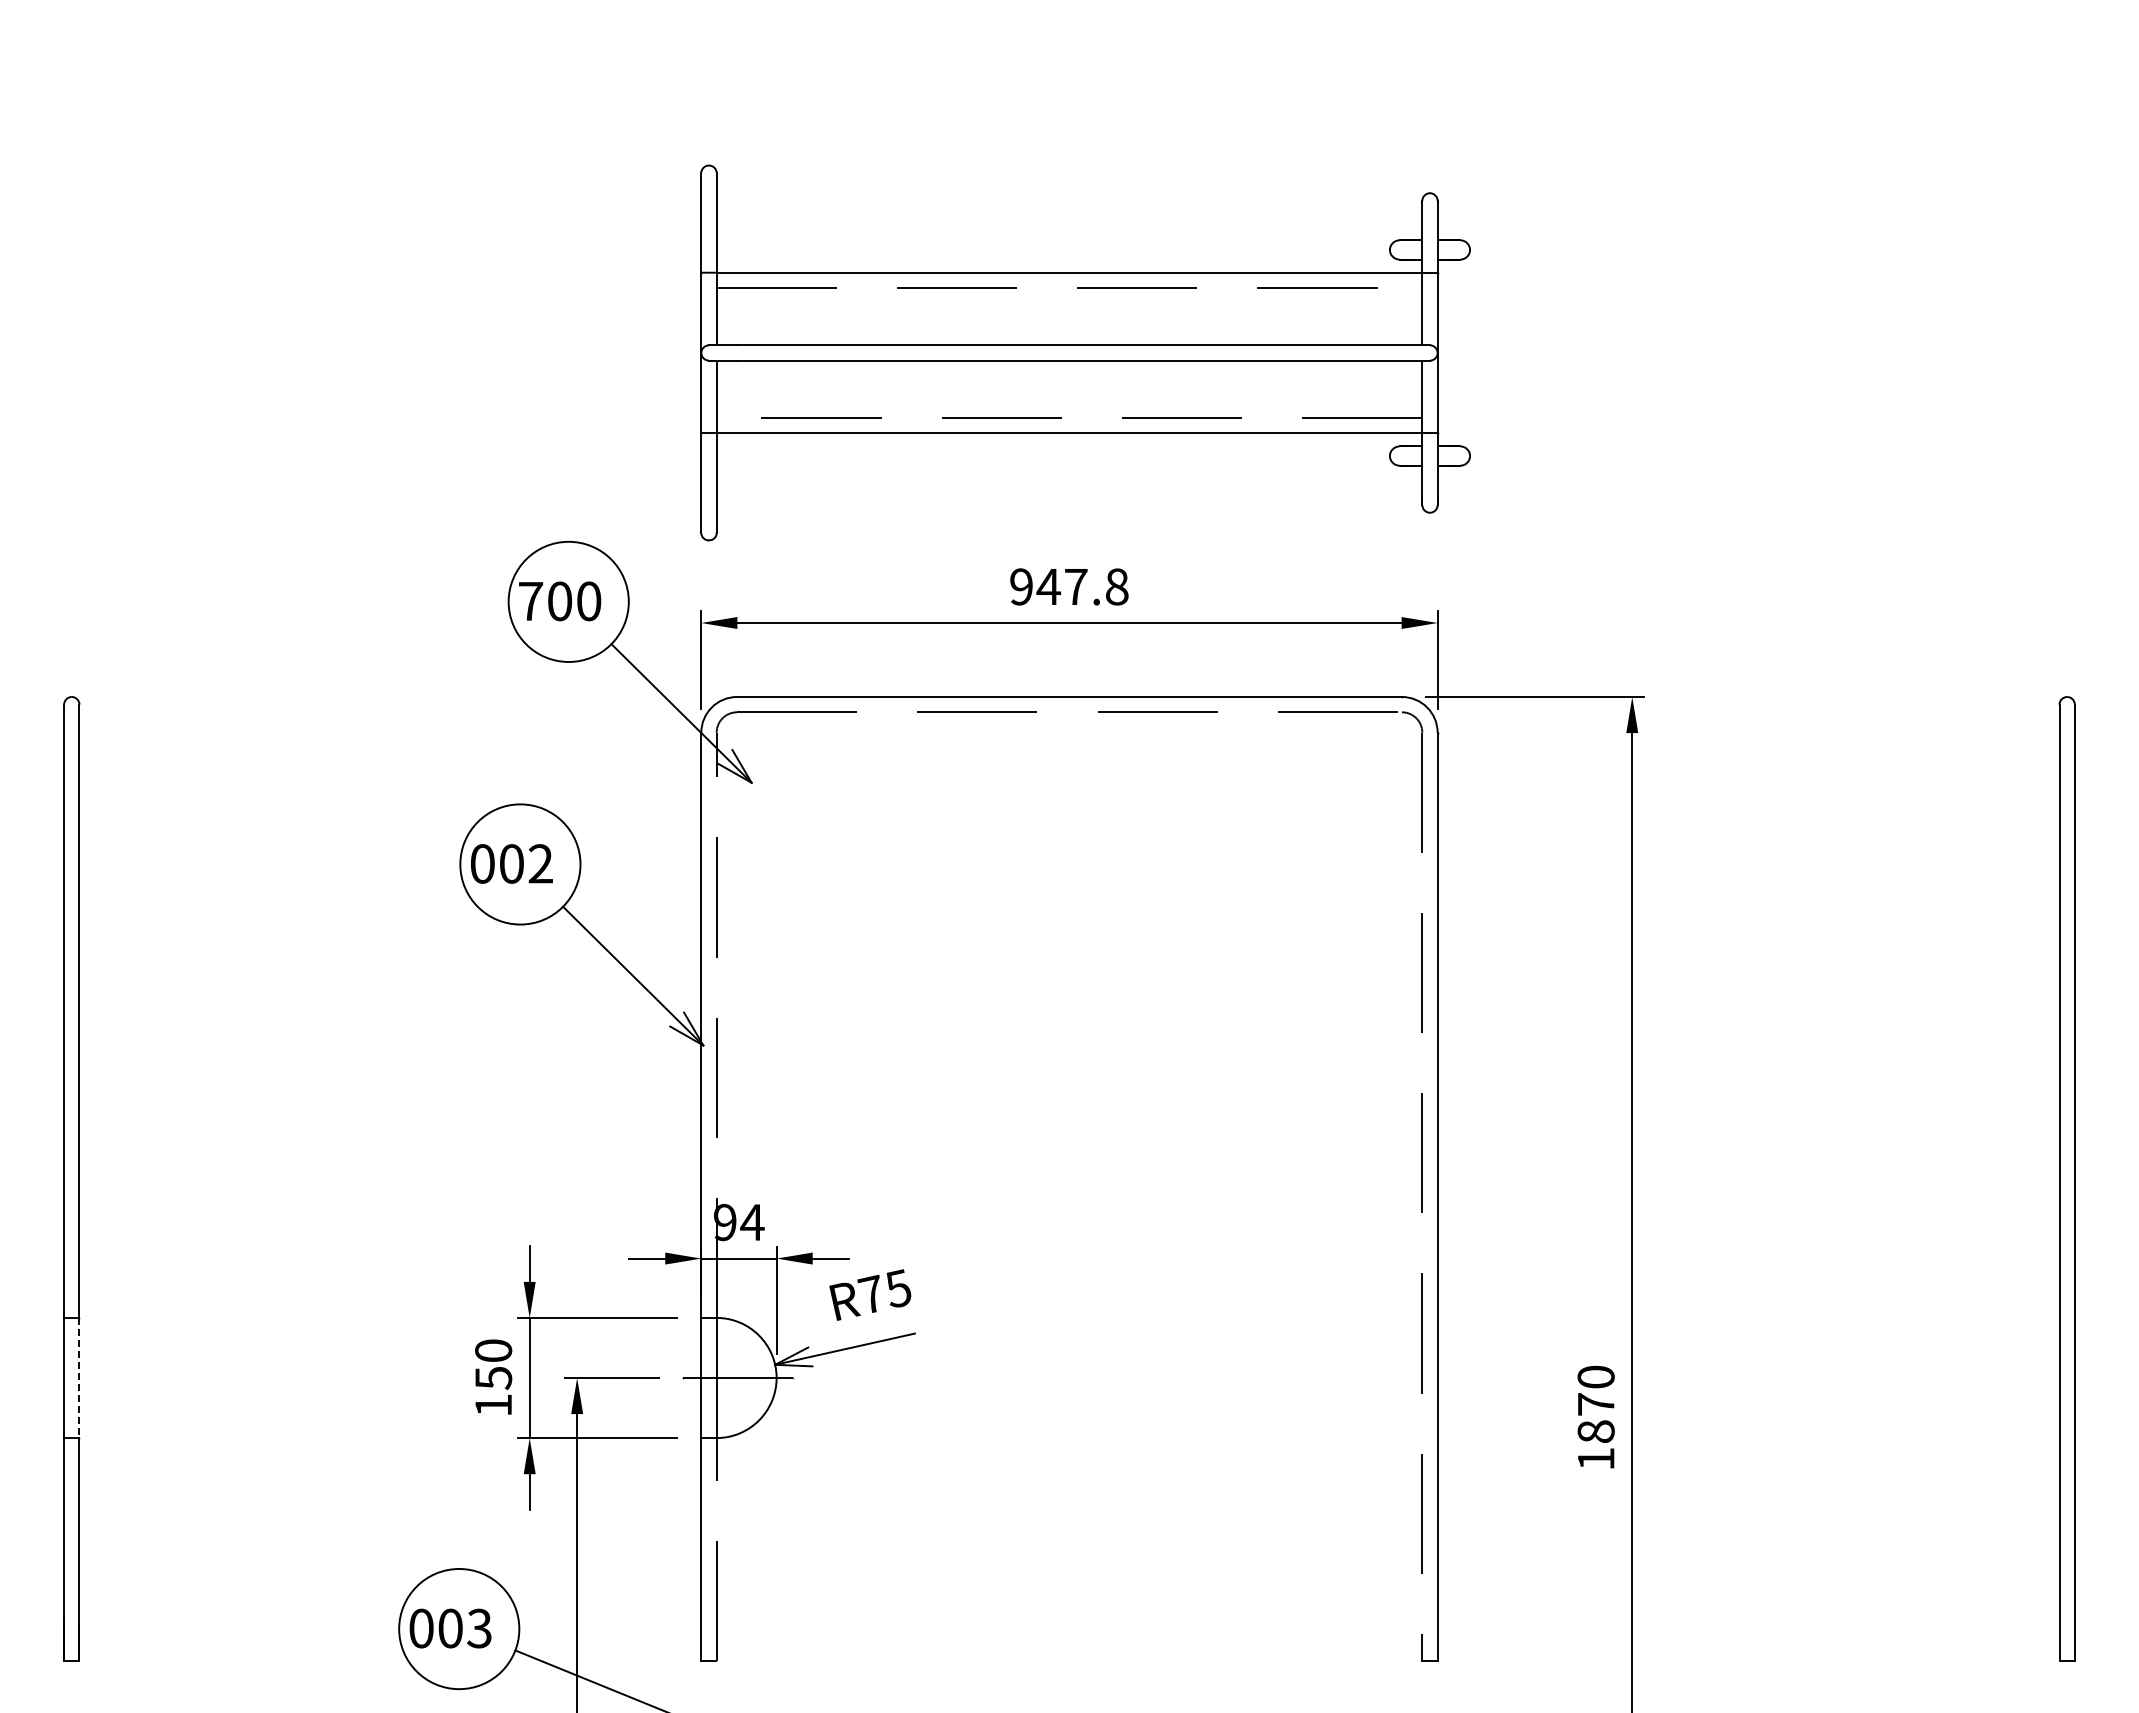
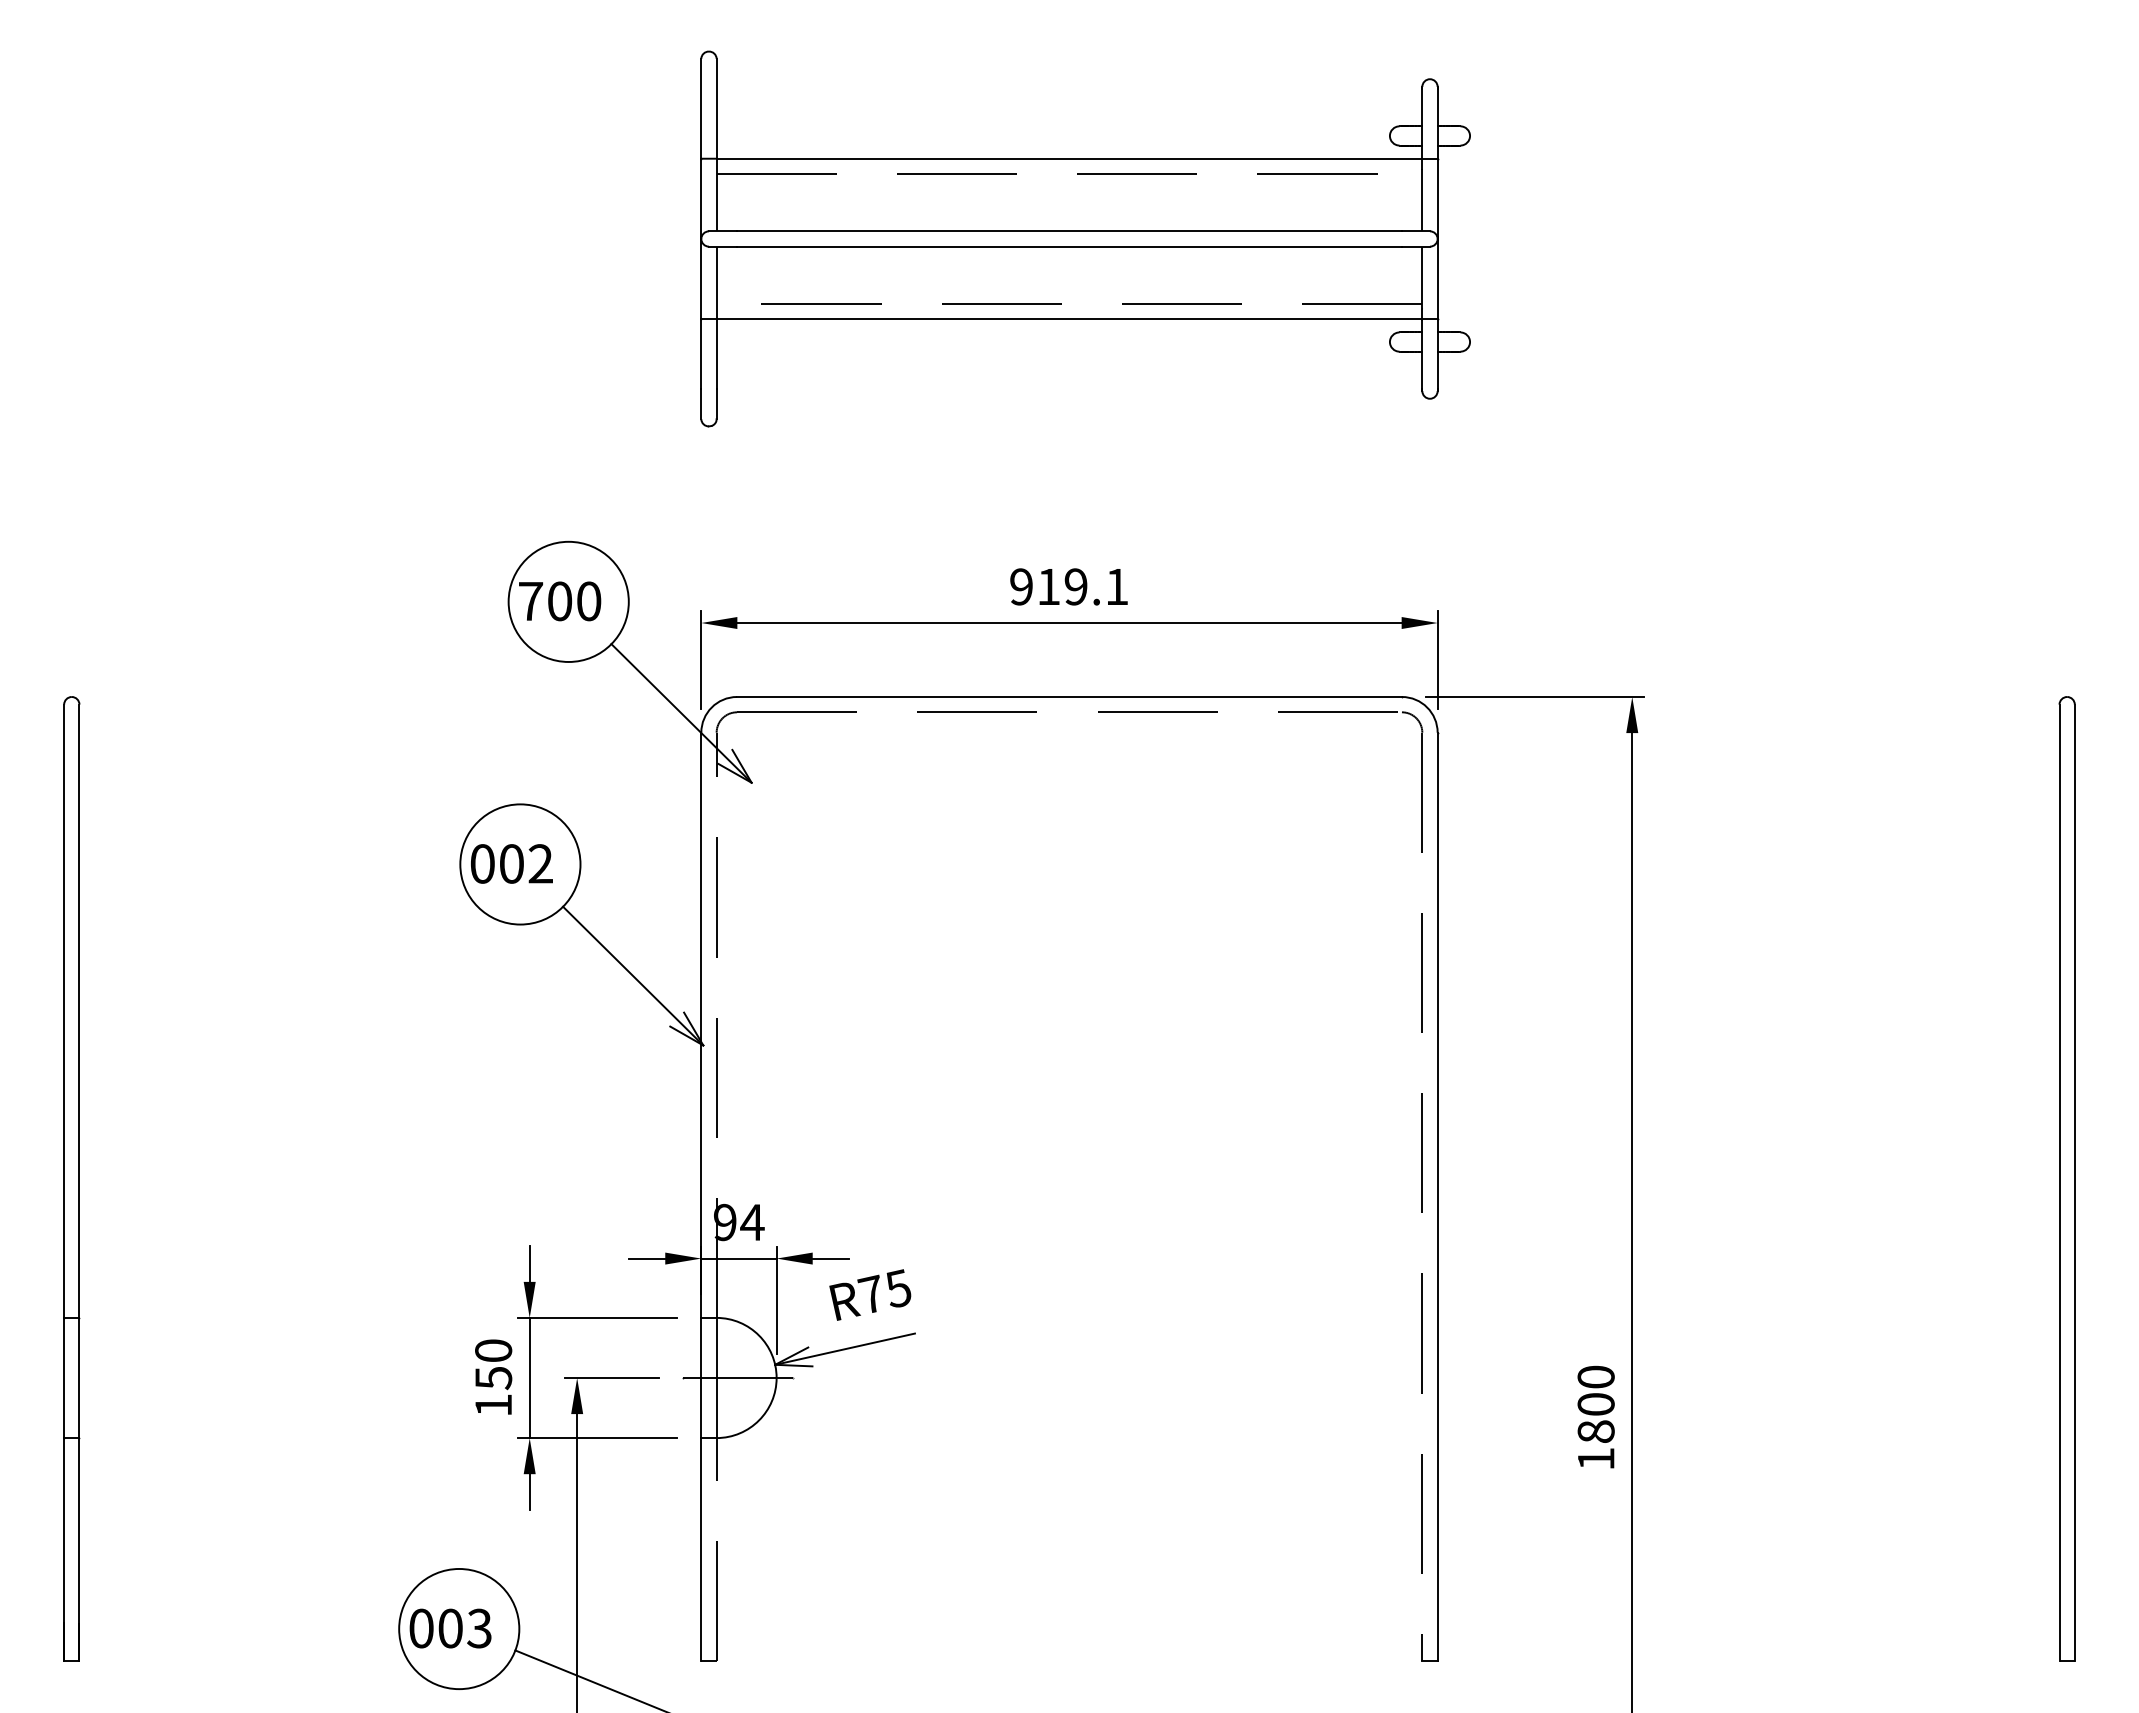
part at (1085, 352) position: (1085, 352) -> (1085, 238)
text at (1082, 586): 947.8 -> 919.1
line at (79, 1378): dashed -> solid
text at (1595, 1404): 1870 -> 1800
